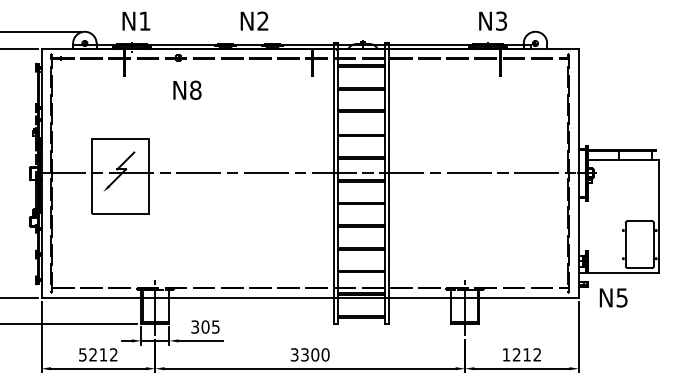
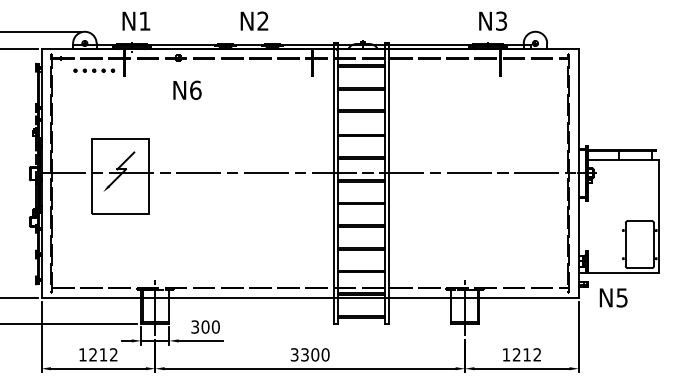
part at (94, 70): none -> present
text at (195, 89): N8 -> N6
text at (215, 326): 305 -> 300
text at (82, 354): 5212 -> 1212
